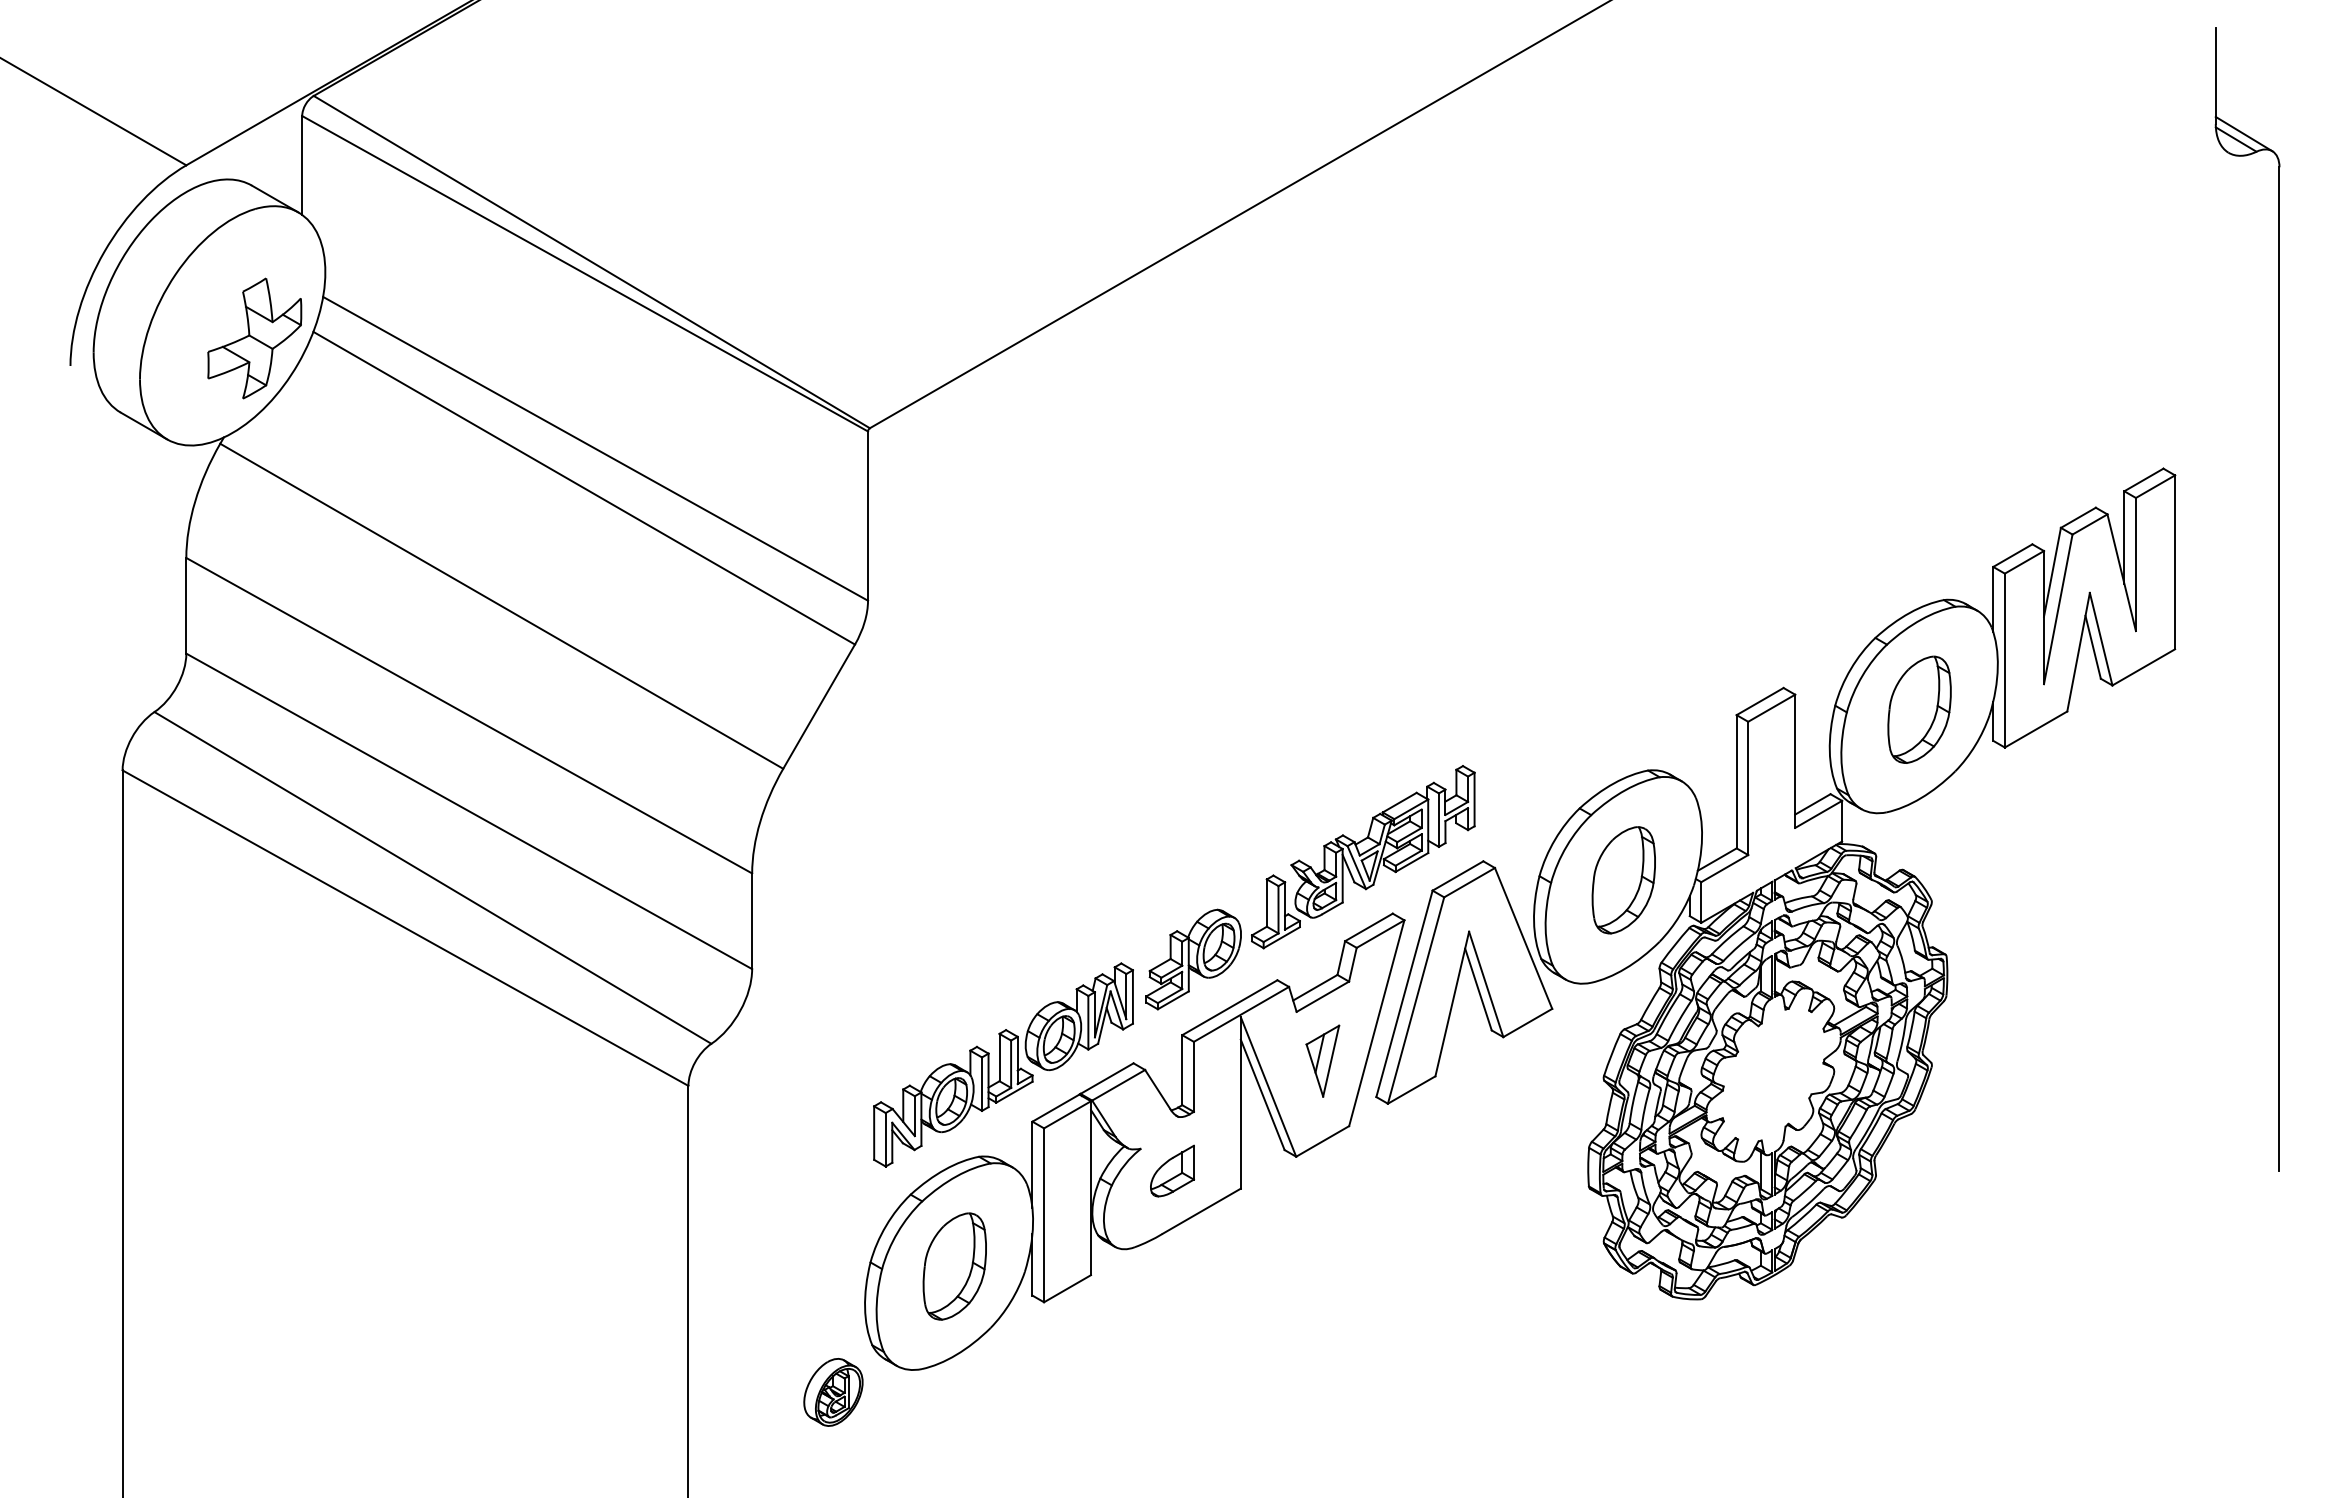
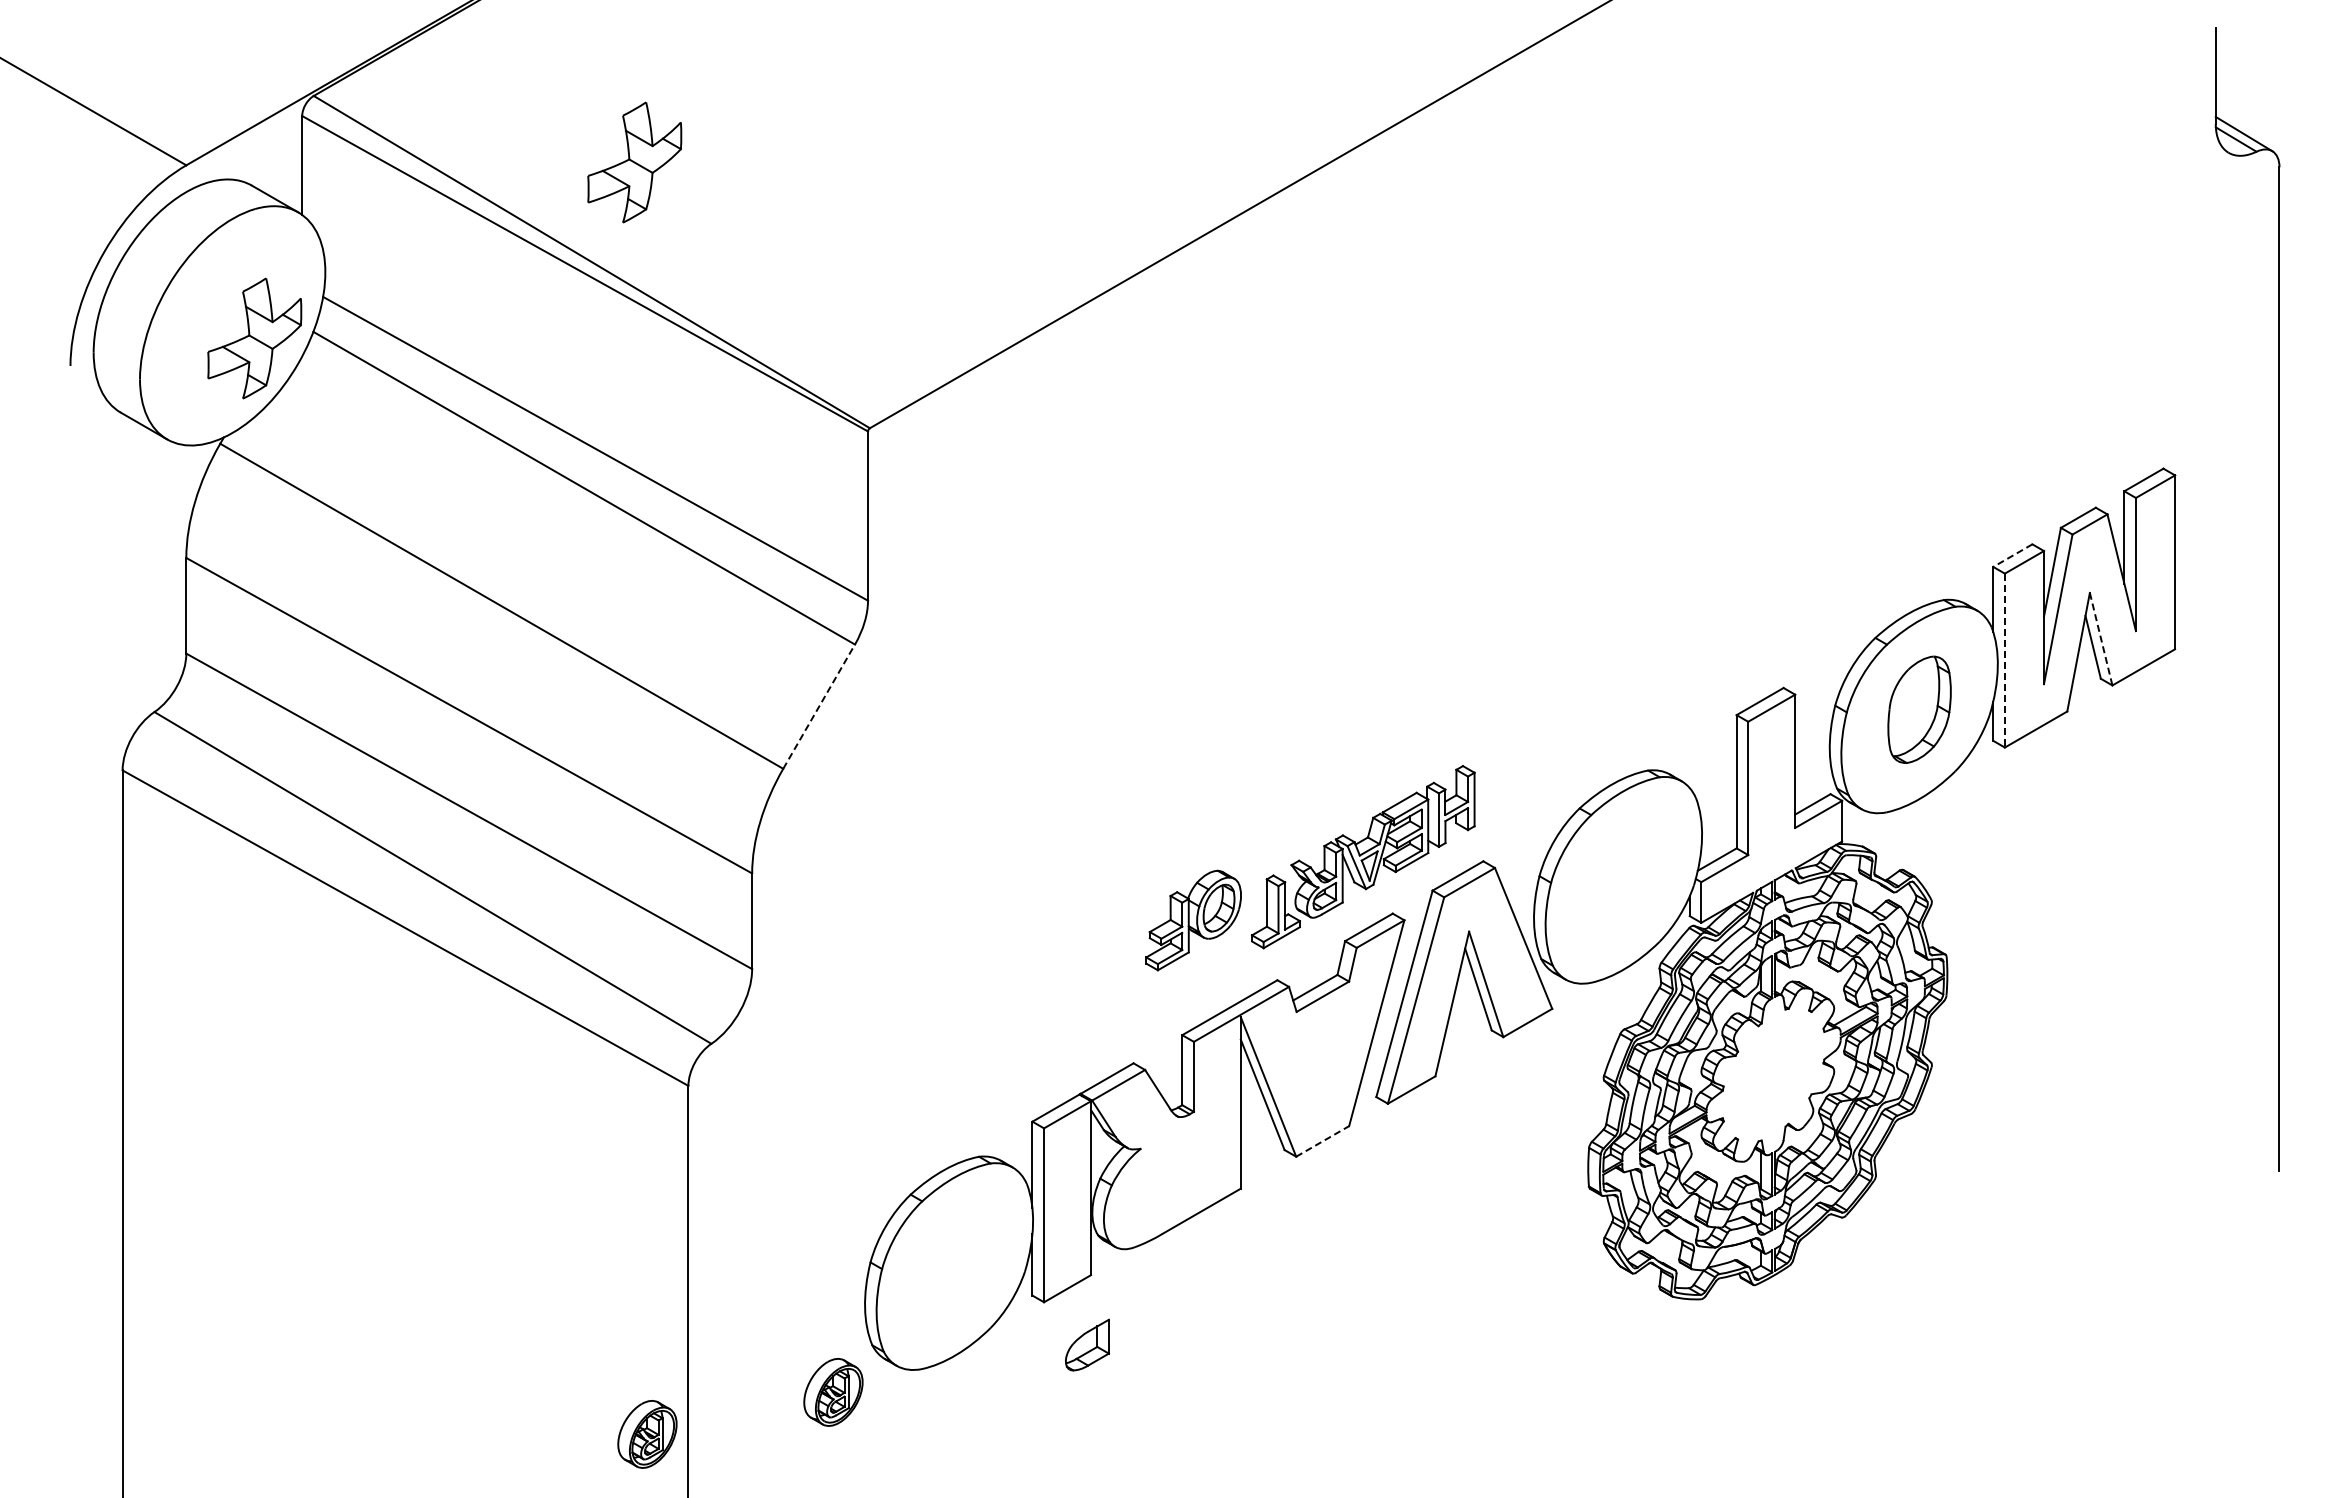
part at (634, 162): none -> present
line at (2012, 555): solid -> dashed
line at (2101, 639): solid -> dashed
line at (2004, 660): solid -> dashed
line at (819, 706): solid -> dashed
part at (1623, 880): present -> none
part at (1193, 959) position: (1193, 959) -> (1193, 920)
part at (1322, 1060): present -> none
part at (1003, 1064): present -> none
line at (1322, 1141): solid -> dashed
part at (1172, 1170) position: (1172, 1170) -> (1087, 1344)
part at (954, 1266): present -> none
part at (647, 1434): none -> present
